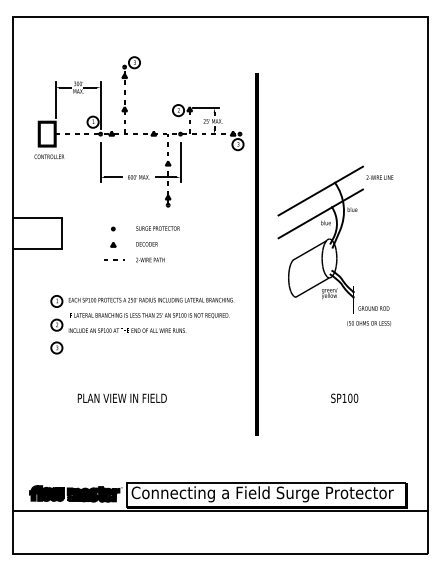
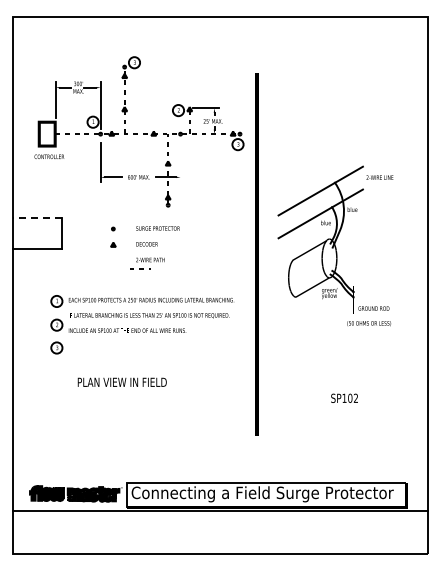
line at (180, 162): present -> none
line at (37, 218): solid -> dashed
line at (114, 259) position: (114, 259) -> (140, 268)
text at (121, 397) position: (121, 397) -> (121, 381)
text at (355, 397): SP100 -> SP102
